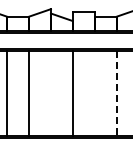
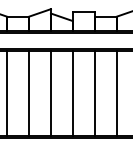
line at (50, 93): none -> present
line at (94, 93): none -> present
line at (116, 93): dashed -> solid
